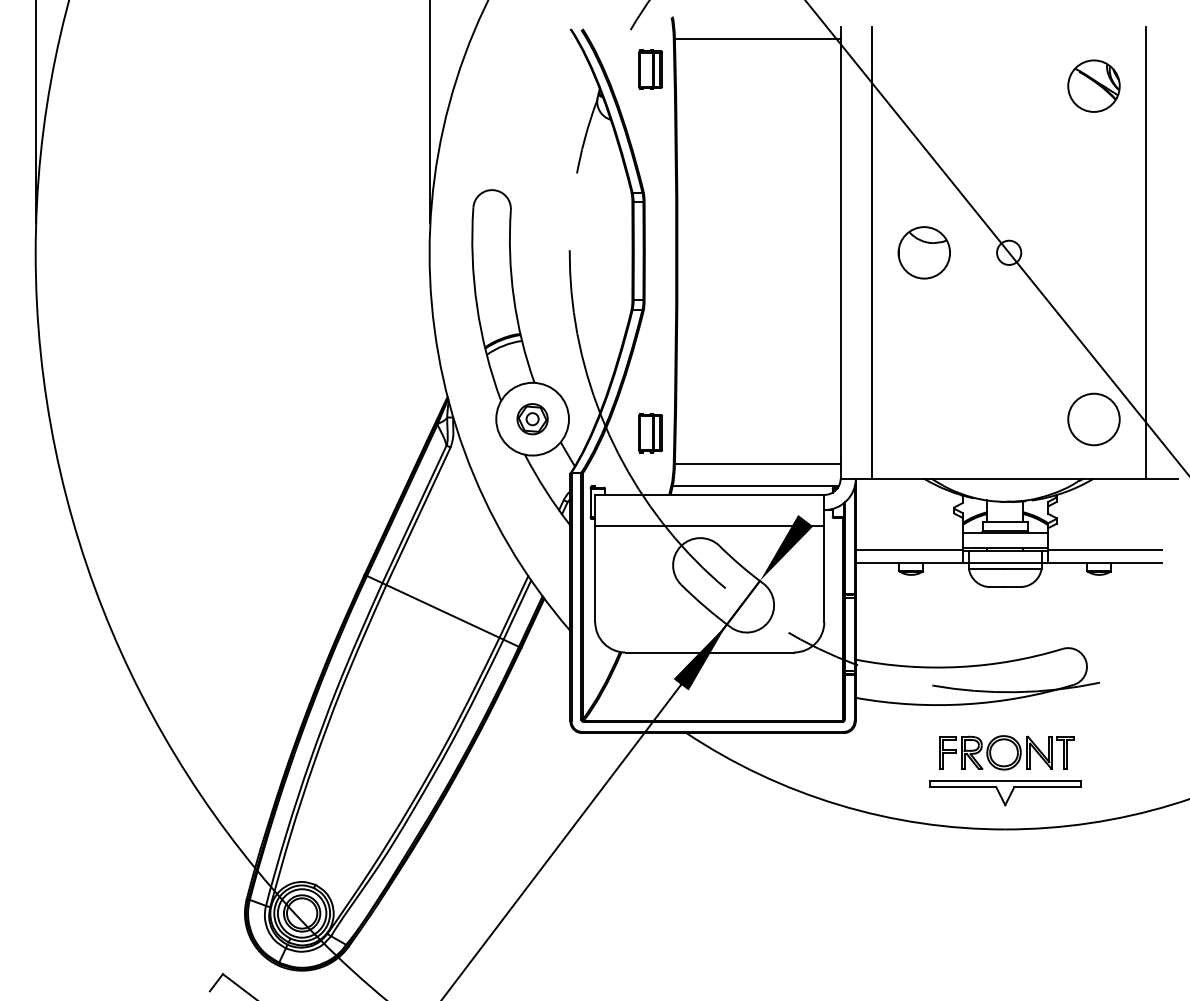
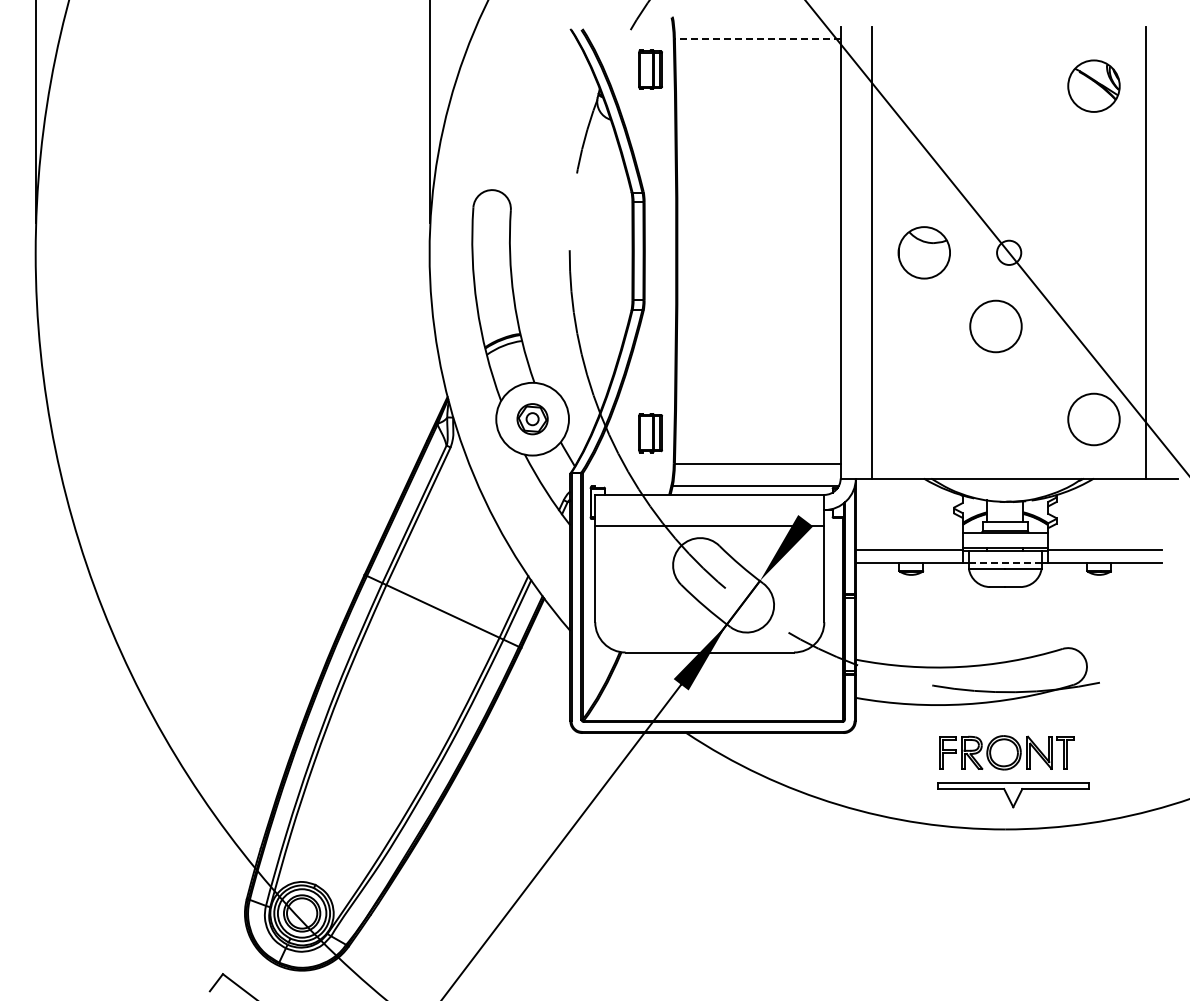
line at (757, 38): solid -> dashed
circle at (995, 326): none -> present
line at (1004, 562): solid -> dashed
part at (1005, 793) position: (1005, 793) -> (1013, 795)
